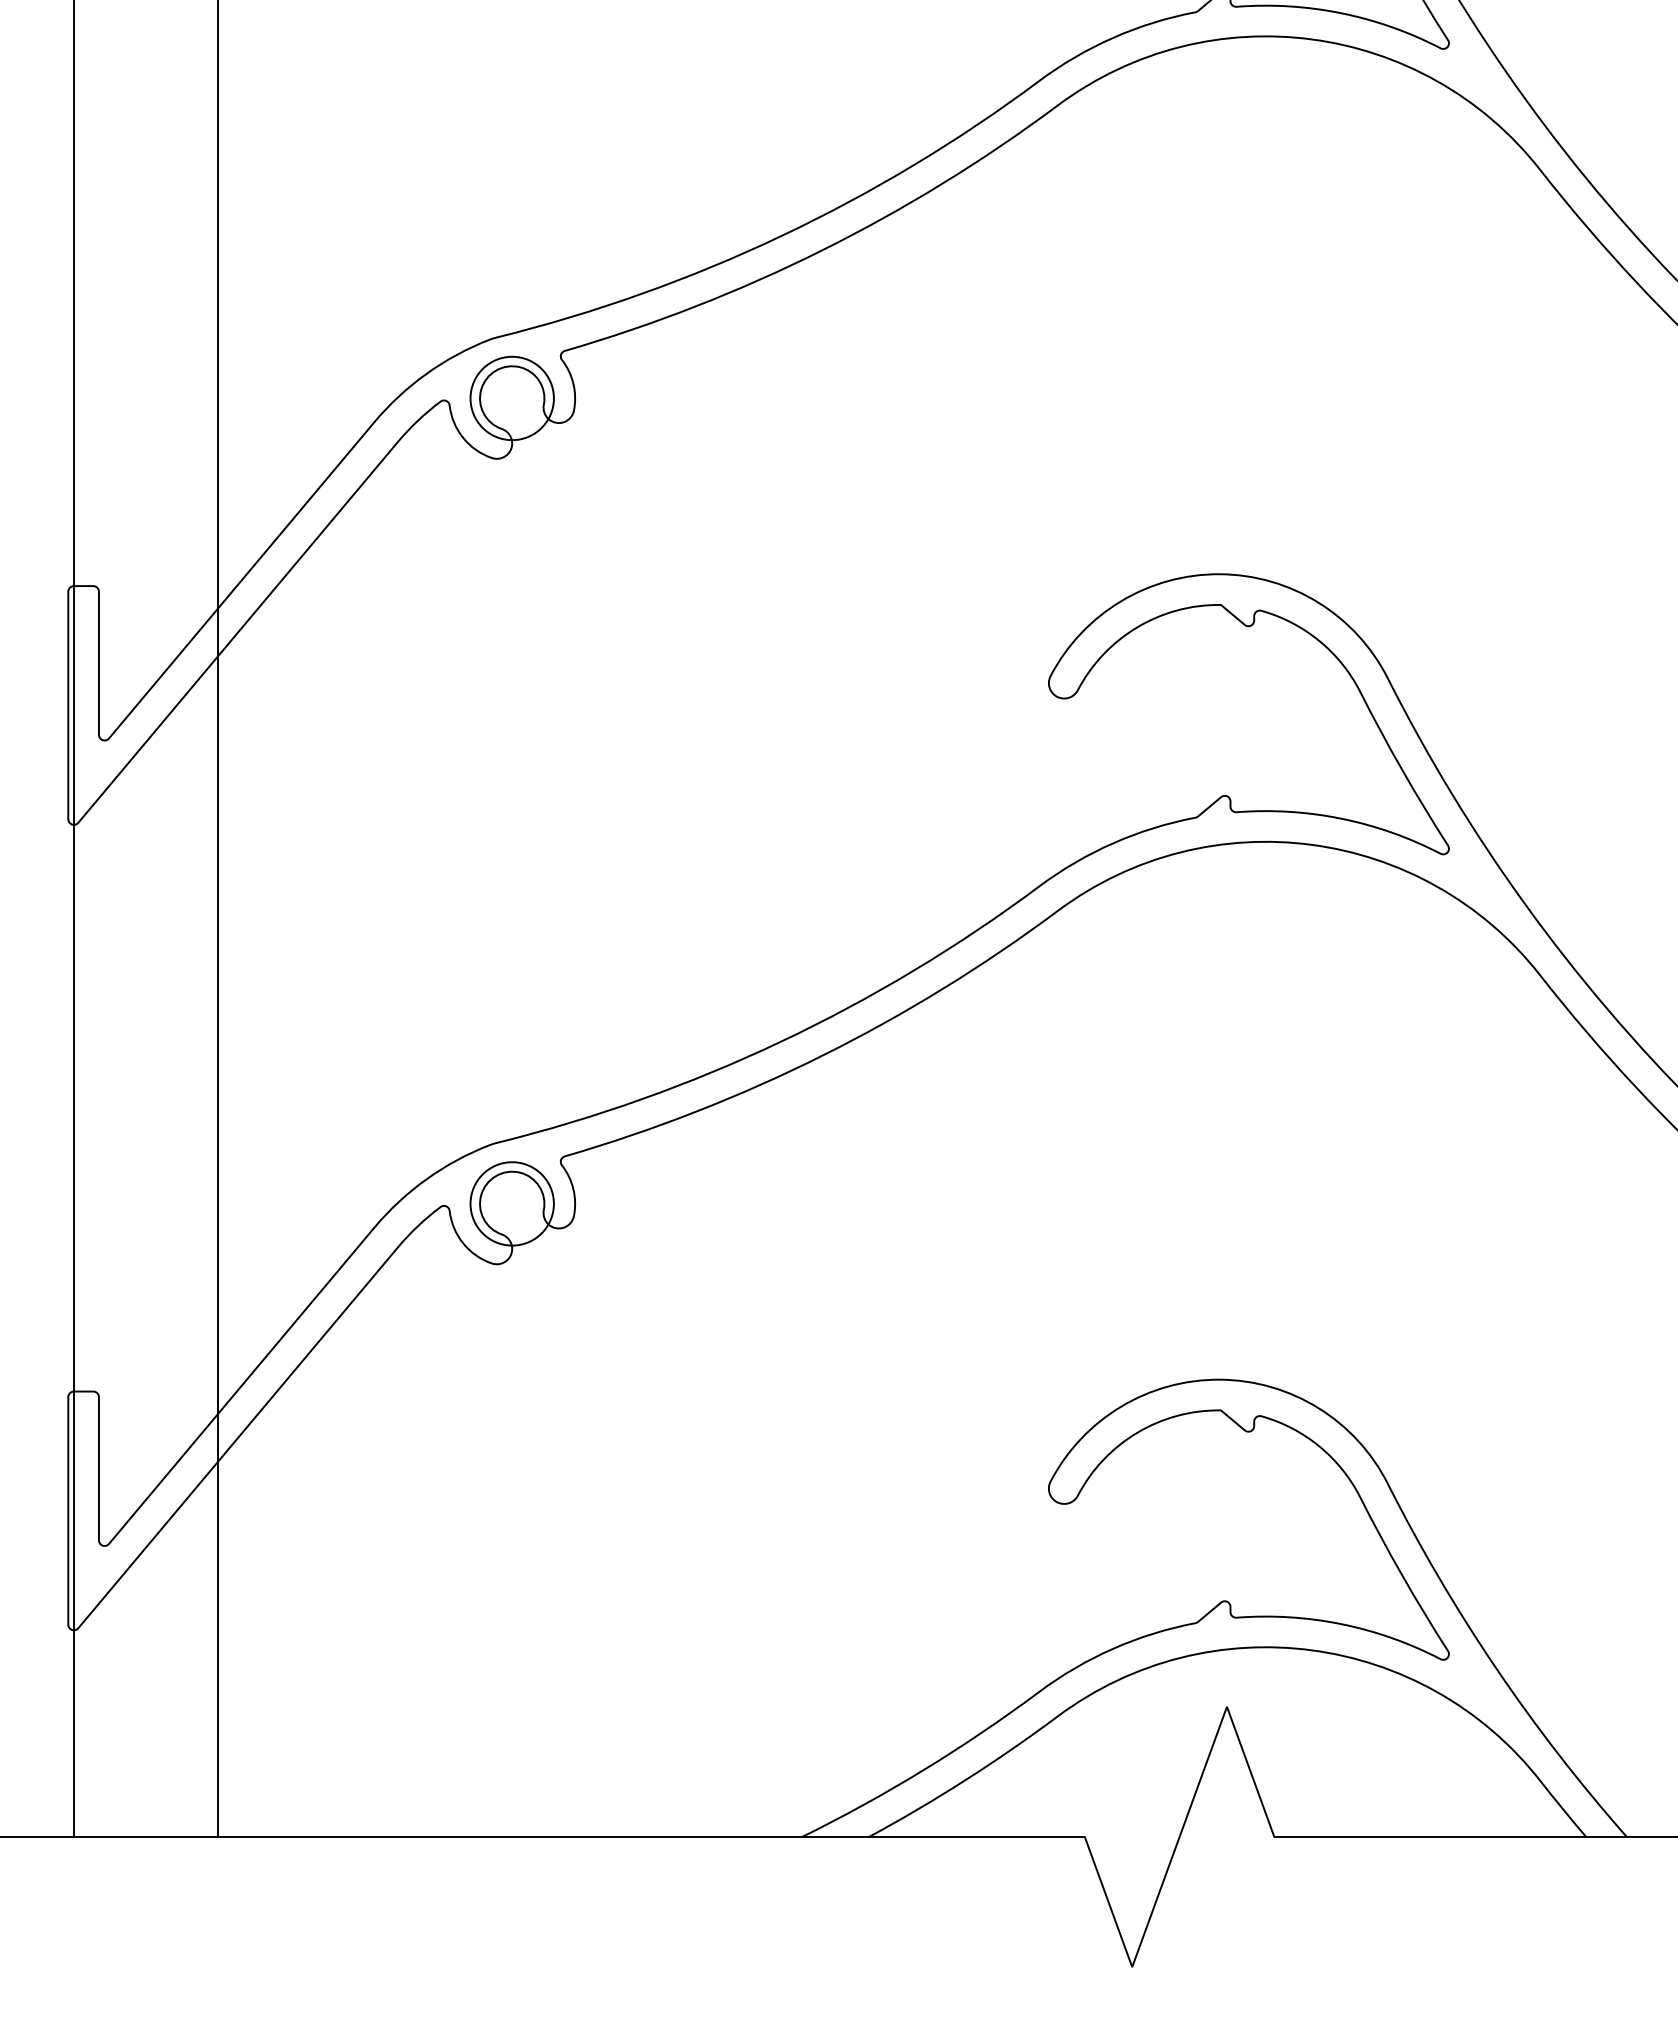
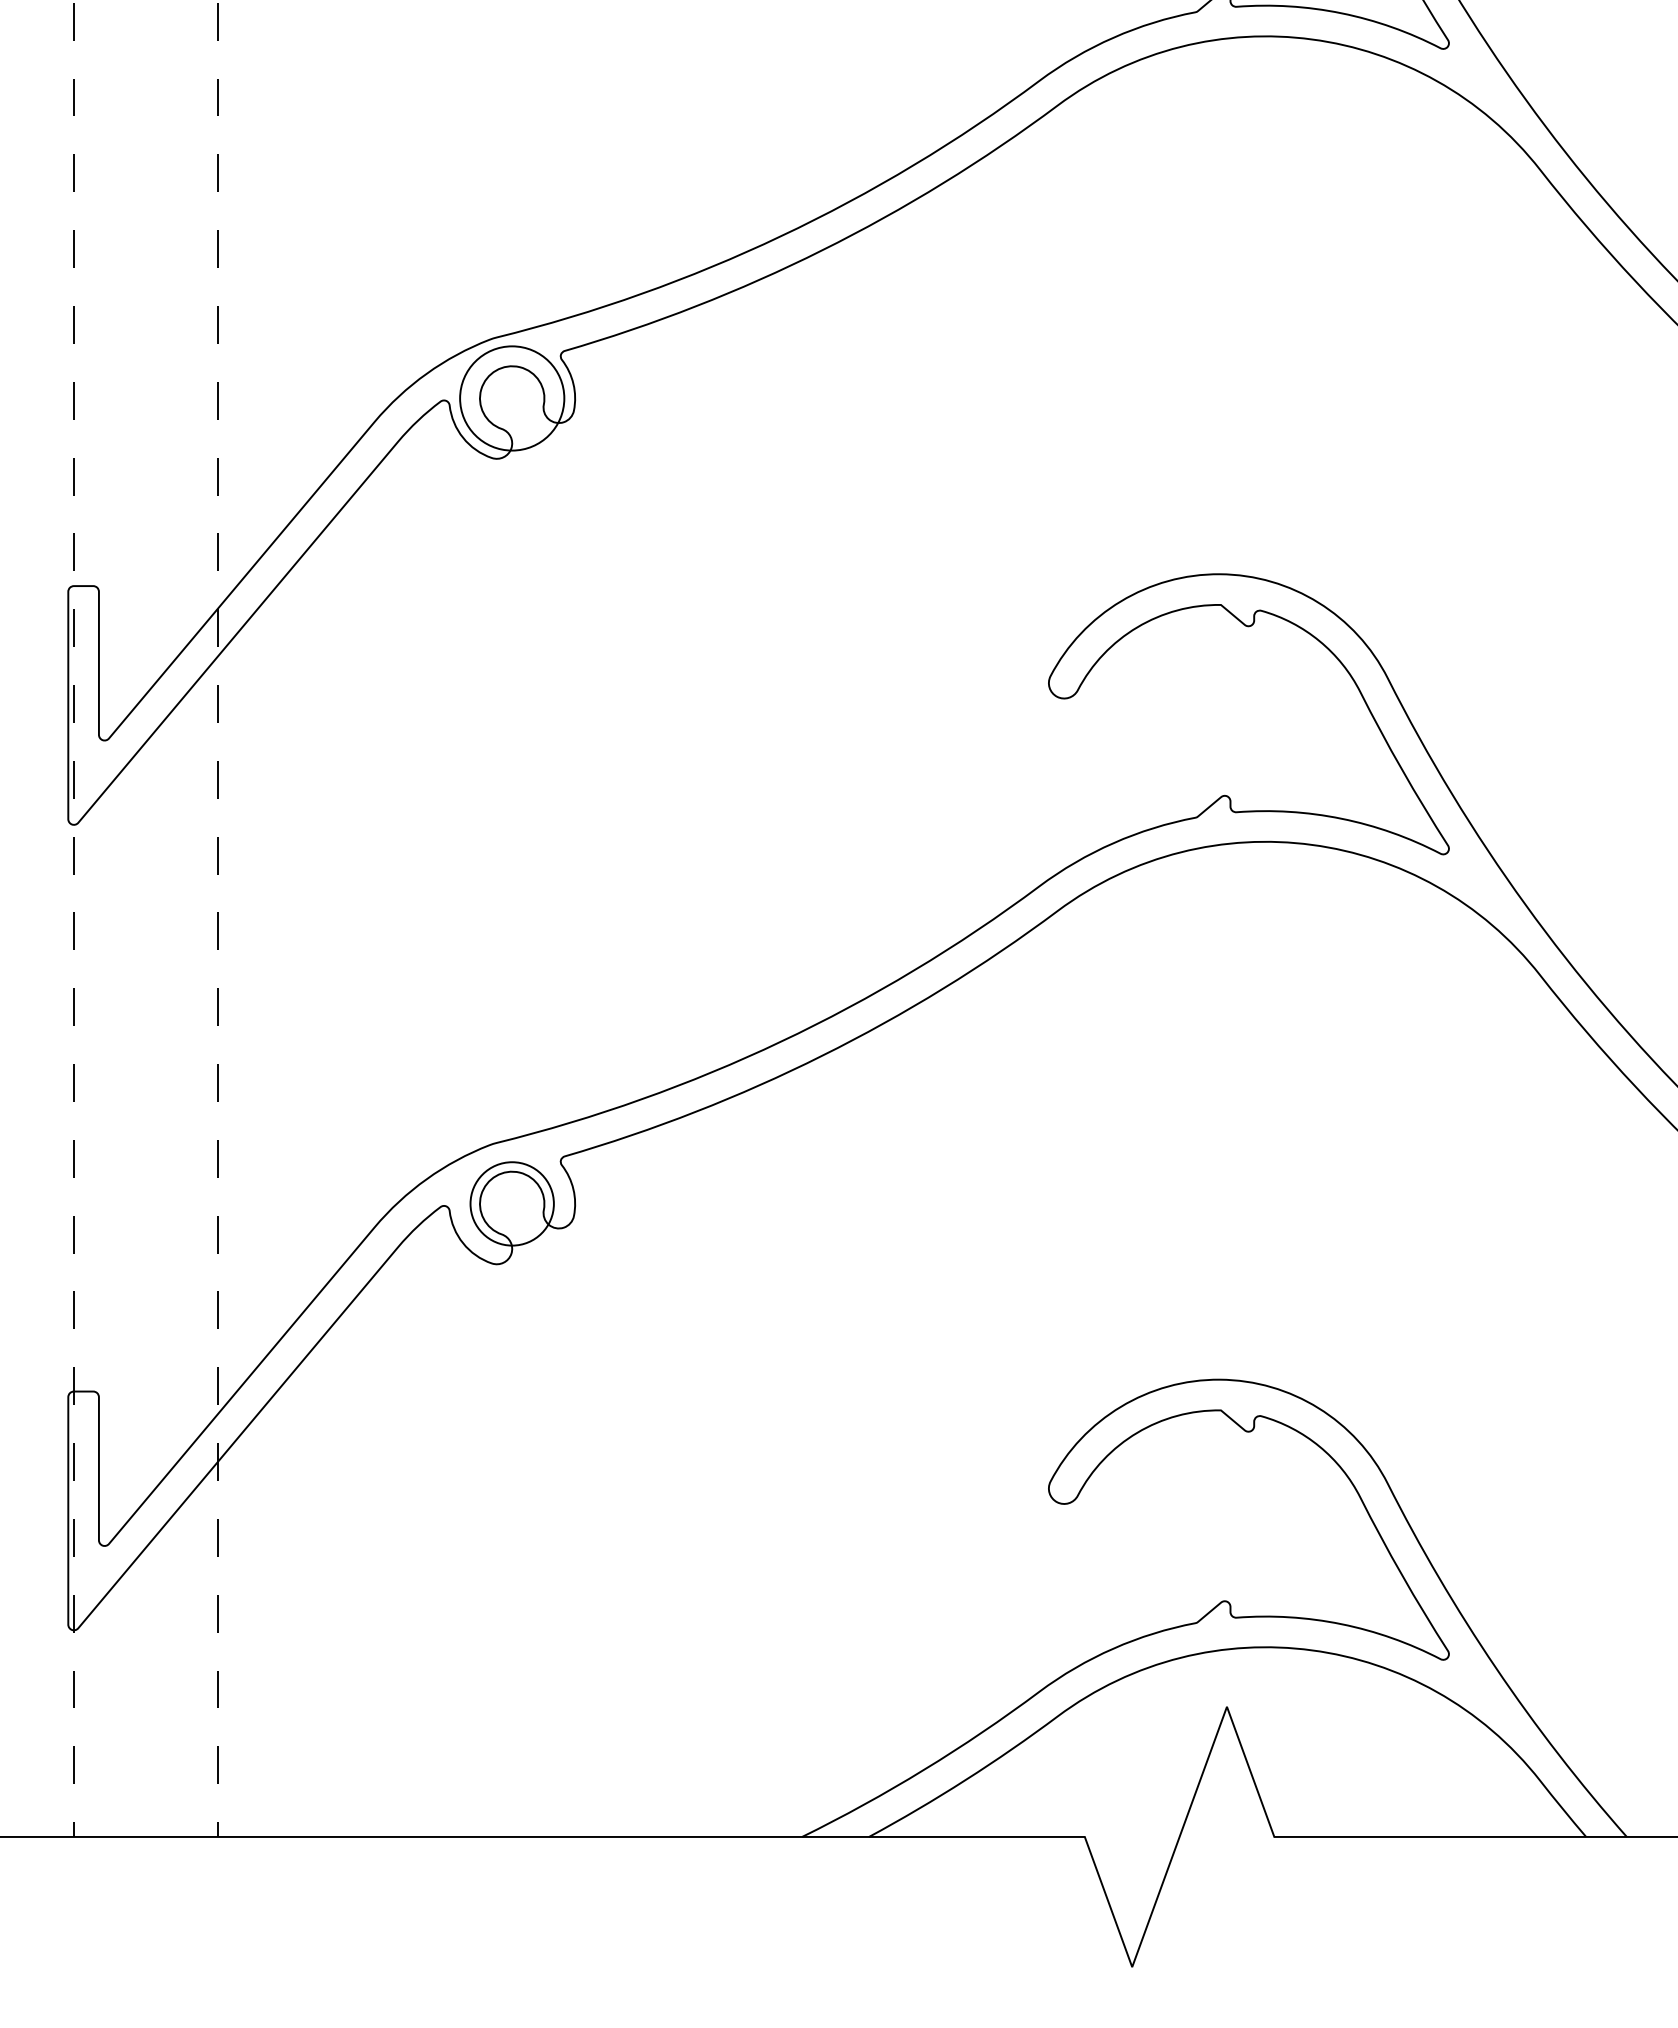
circle at (511, 398) diameter: 83 px -> 104 px
line at (74, 919): solid -> dashed
line at (218, 919): solid -> dashed
